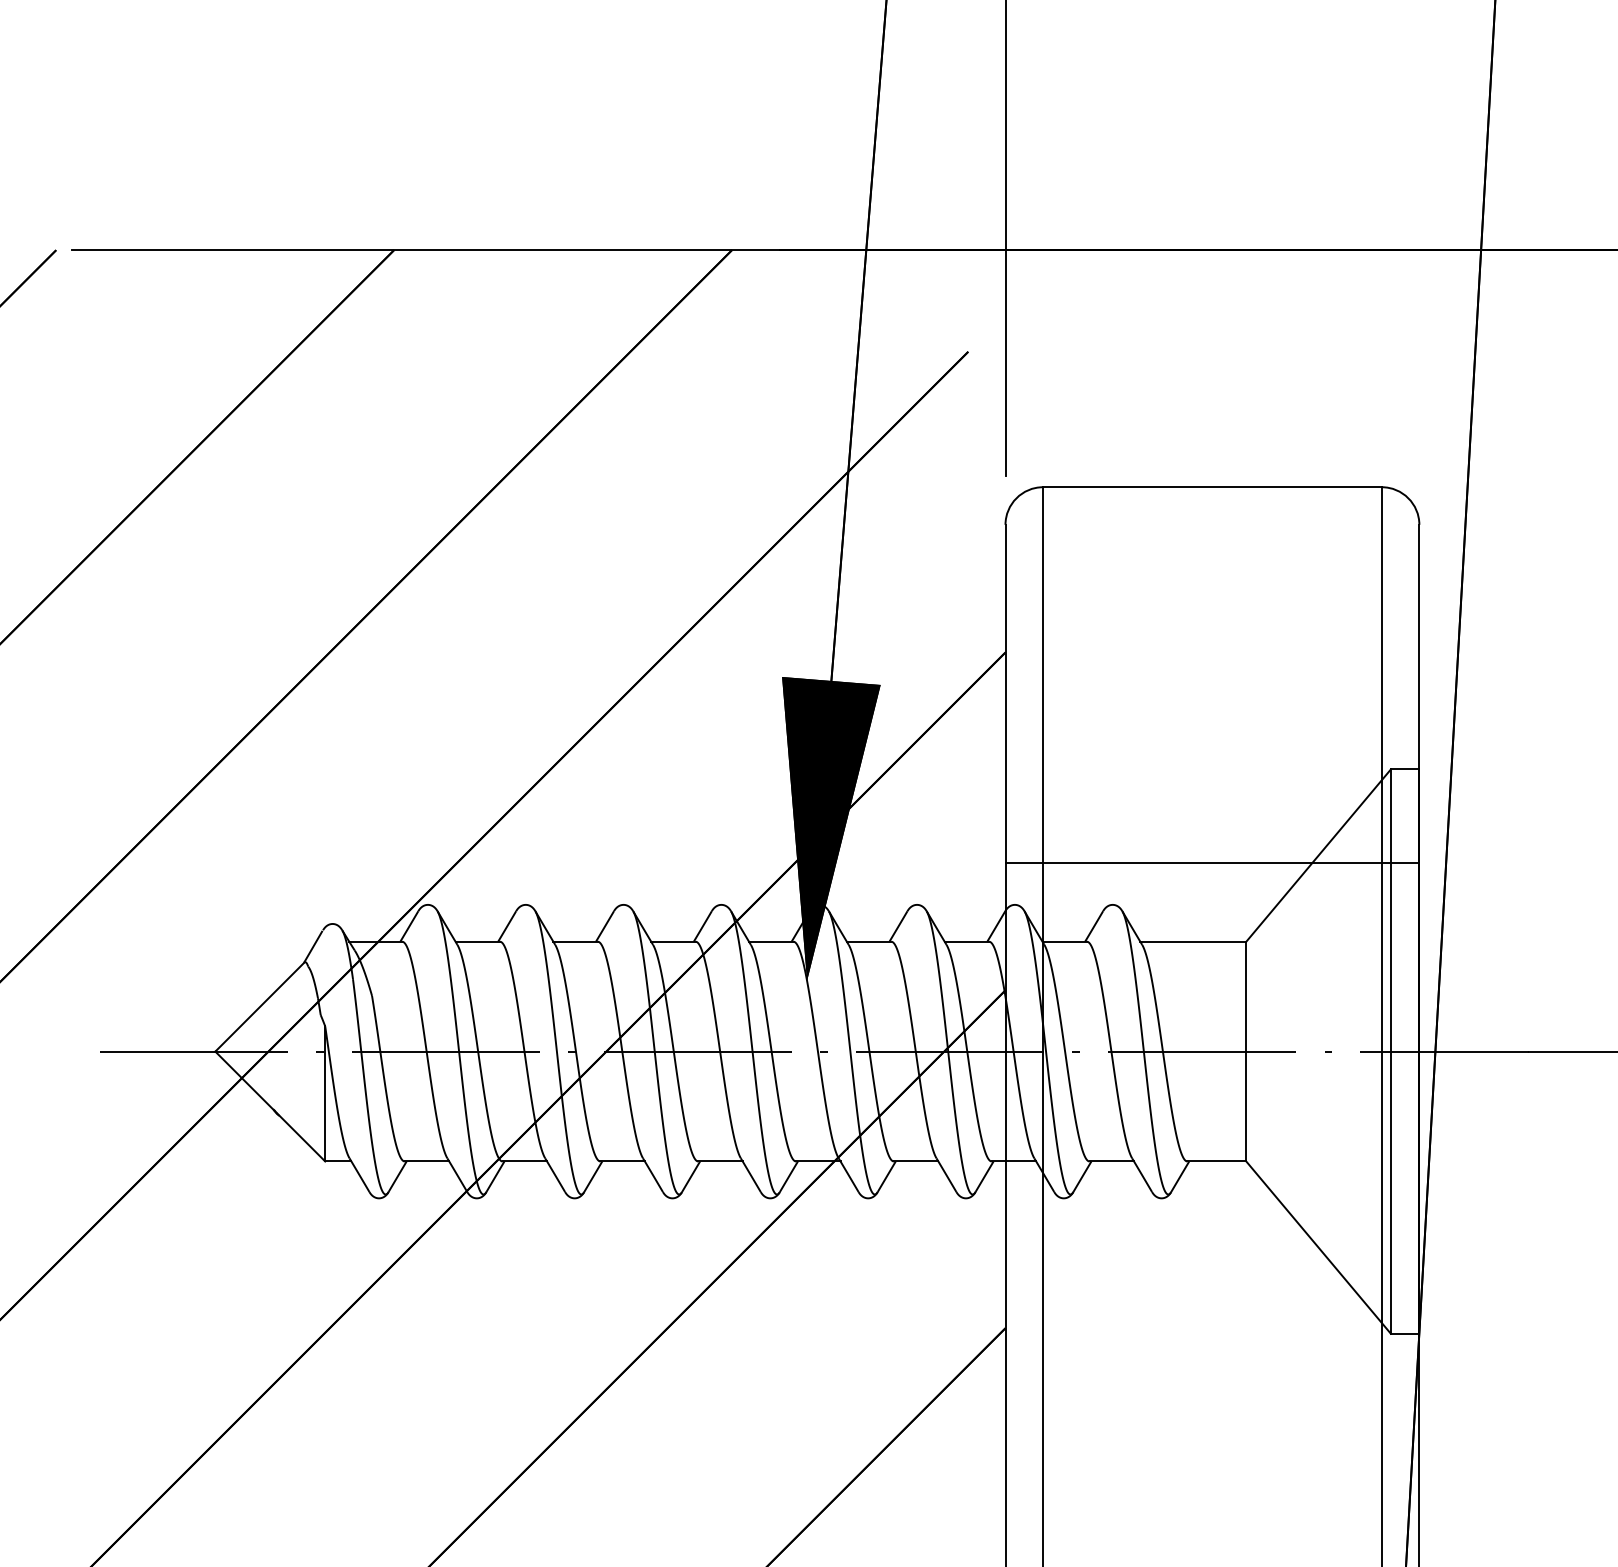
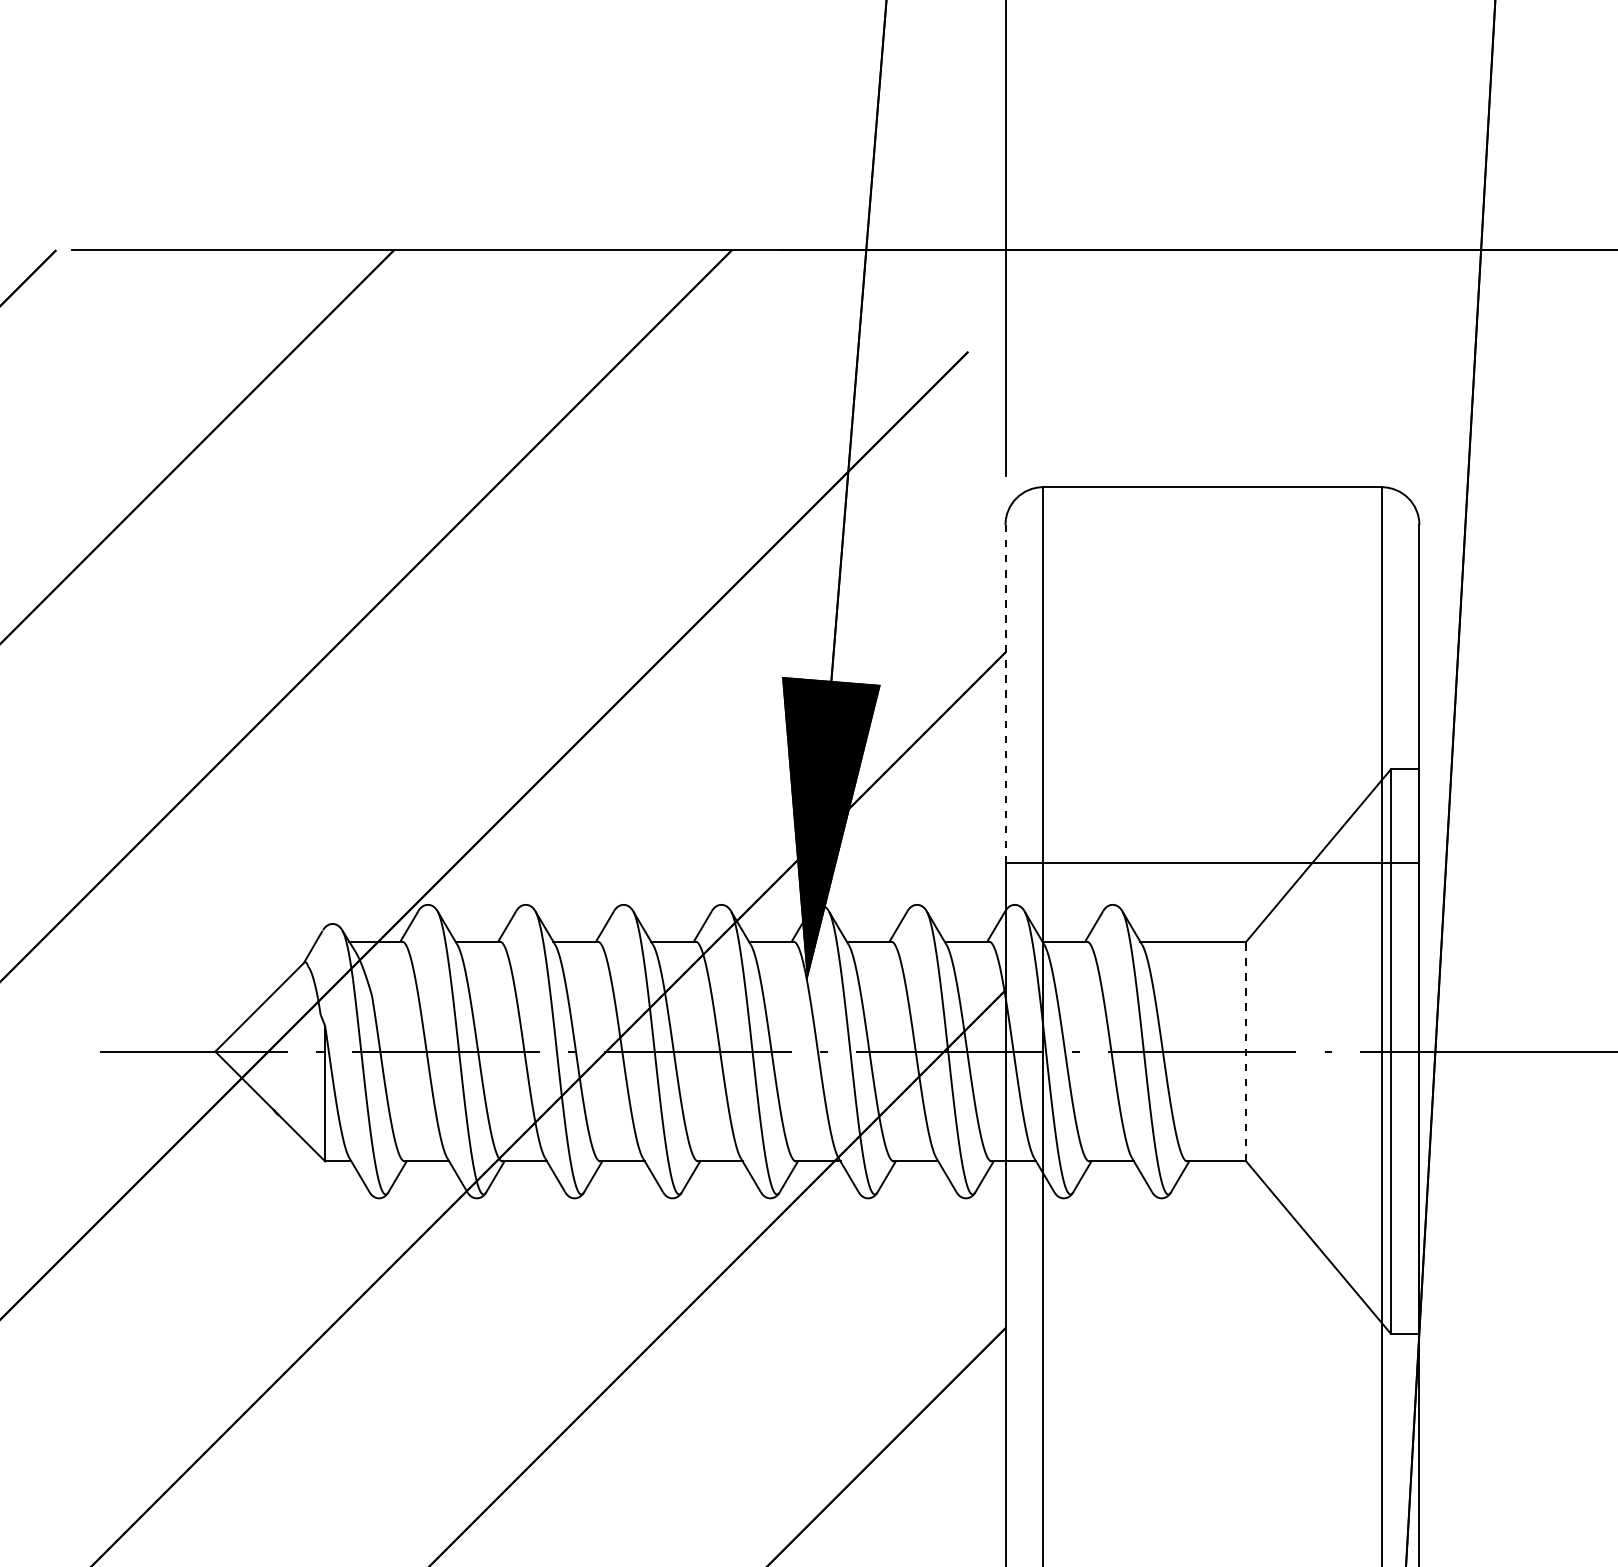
line at (1005, 693): solid -> dashed
line at (1246, 1051): solid -> dashed
